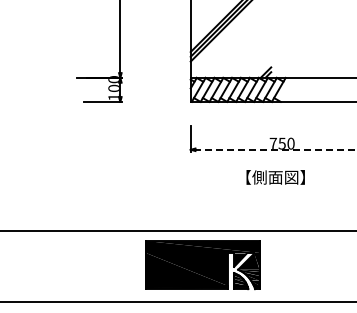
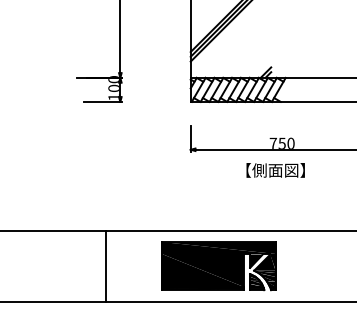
line at (276, 149): dashed -> solid
text at (275, 177) position: (275, 177) -> (275, 170)
part at (202, 265) position: (202, 265) -> (218, 266)
line at (106, 266): none -> present
